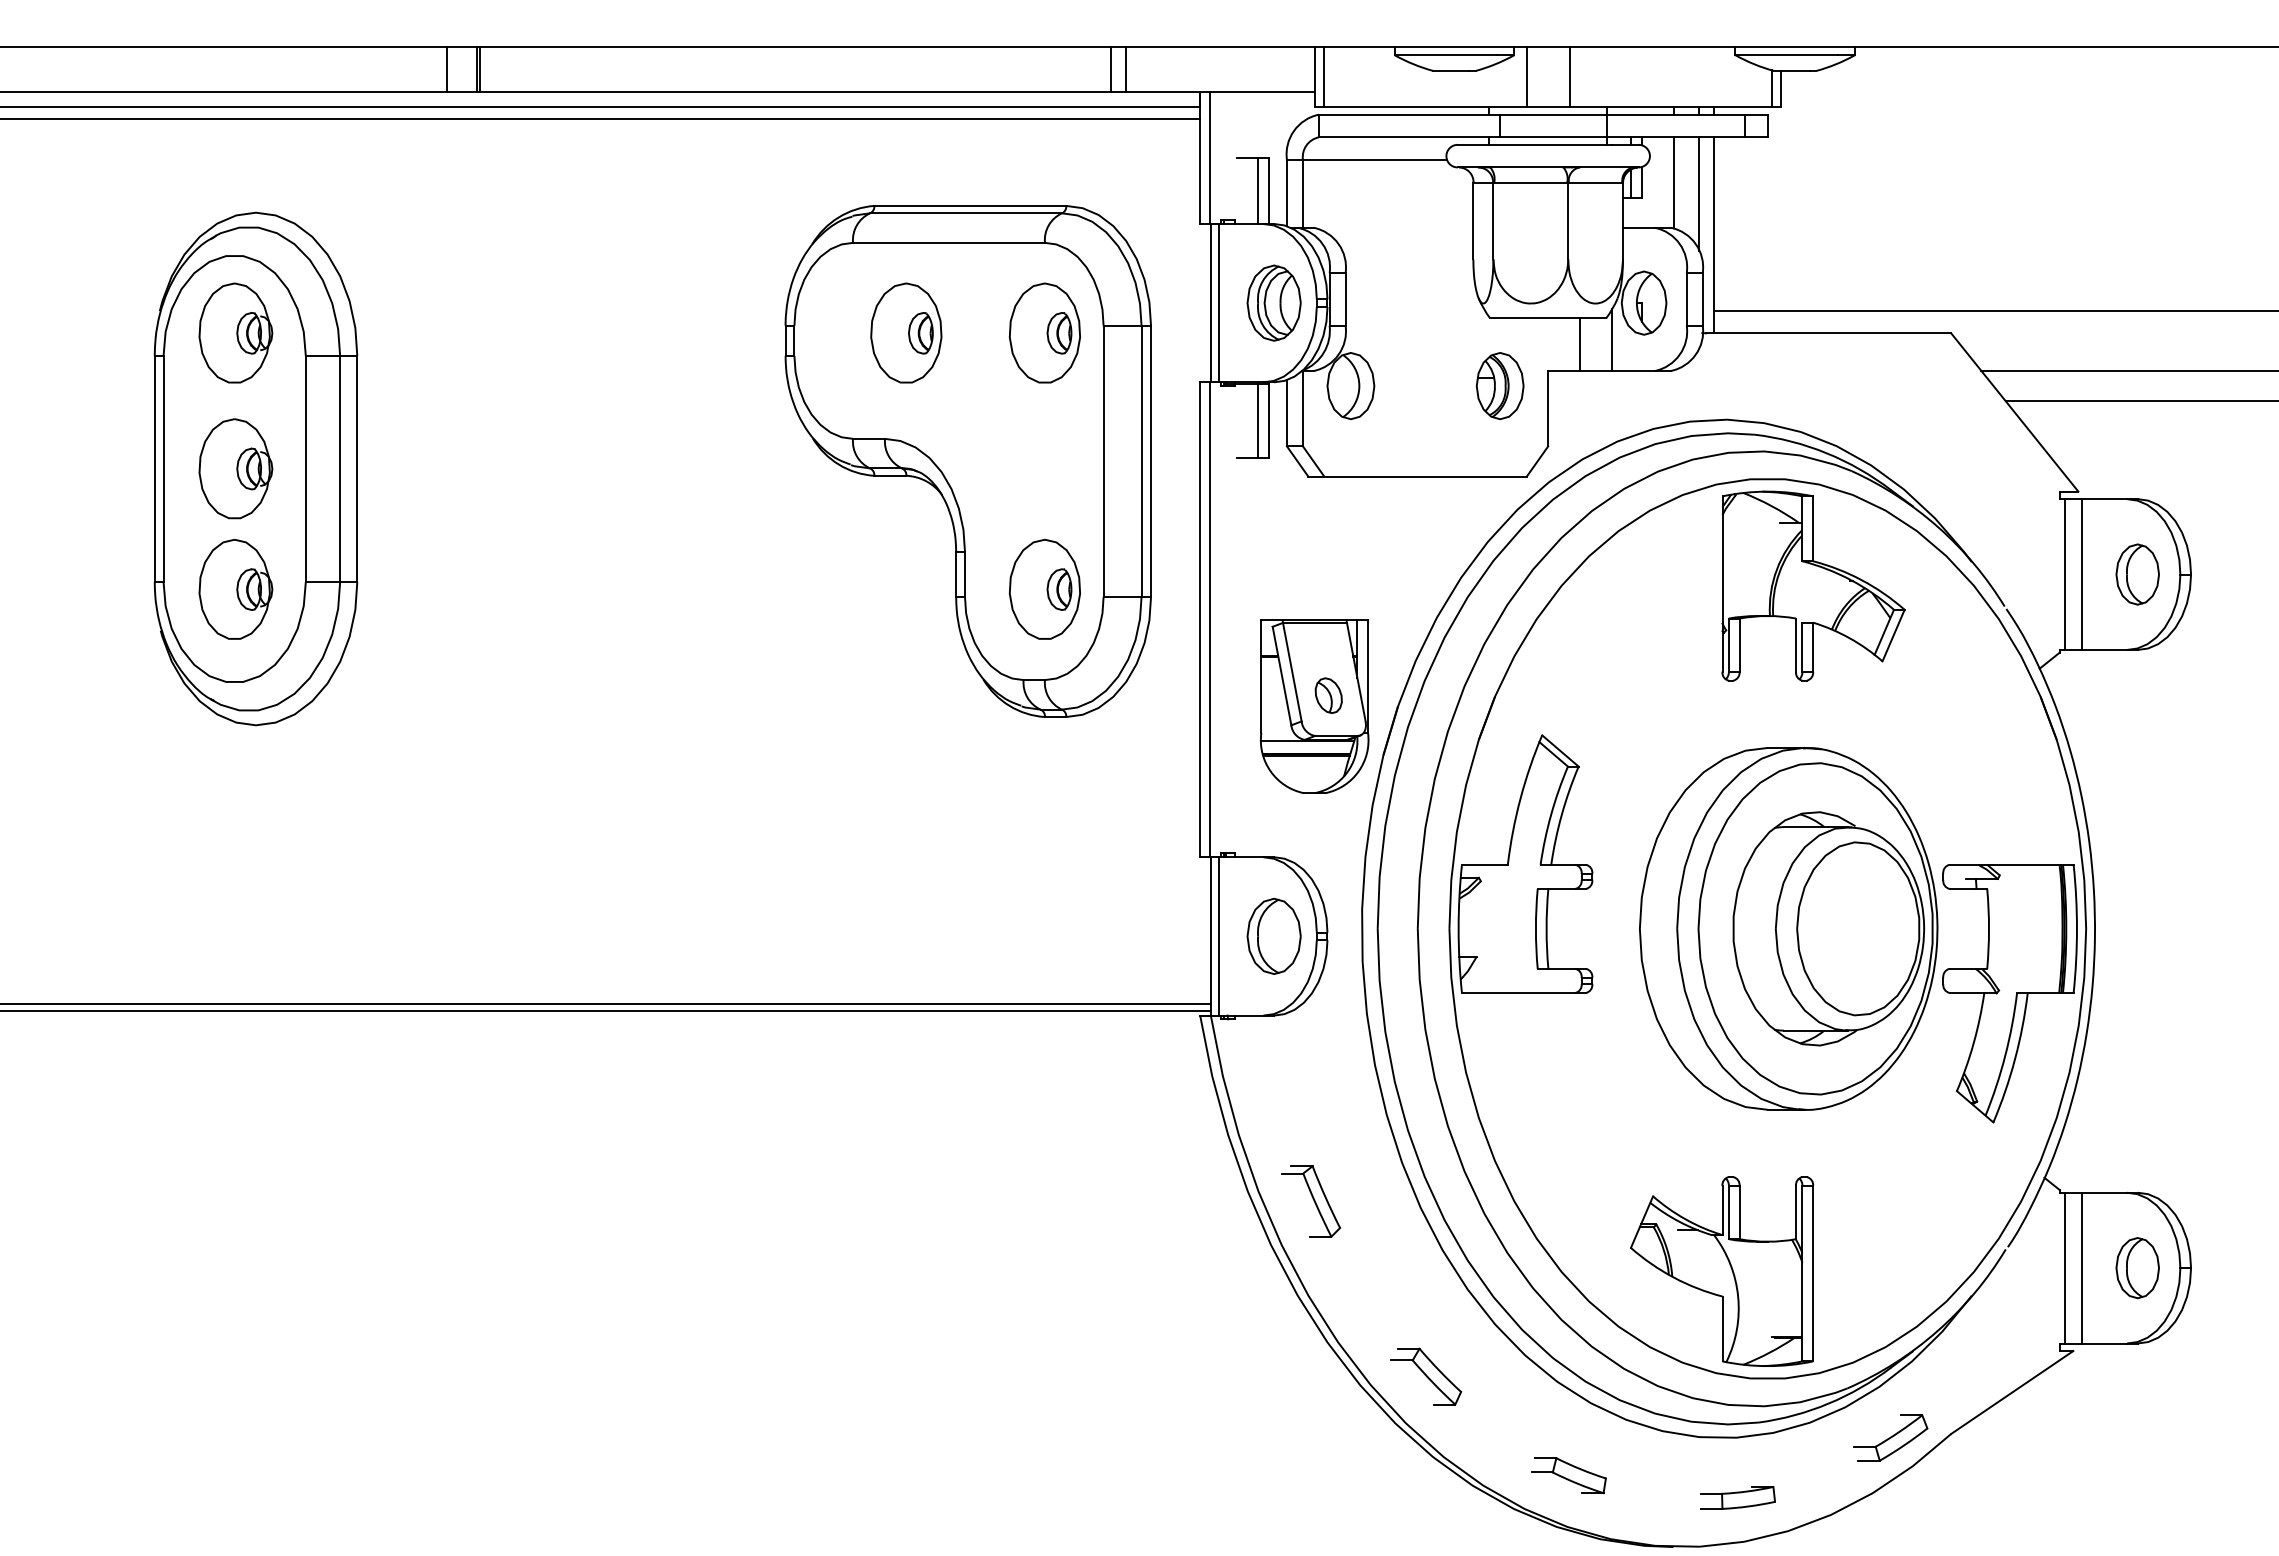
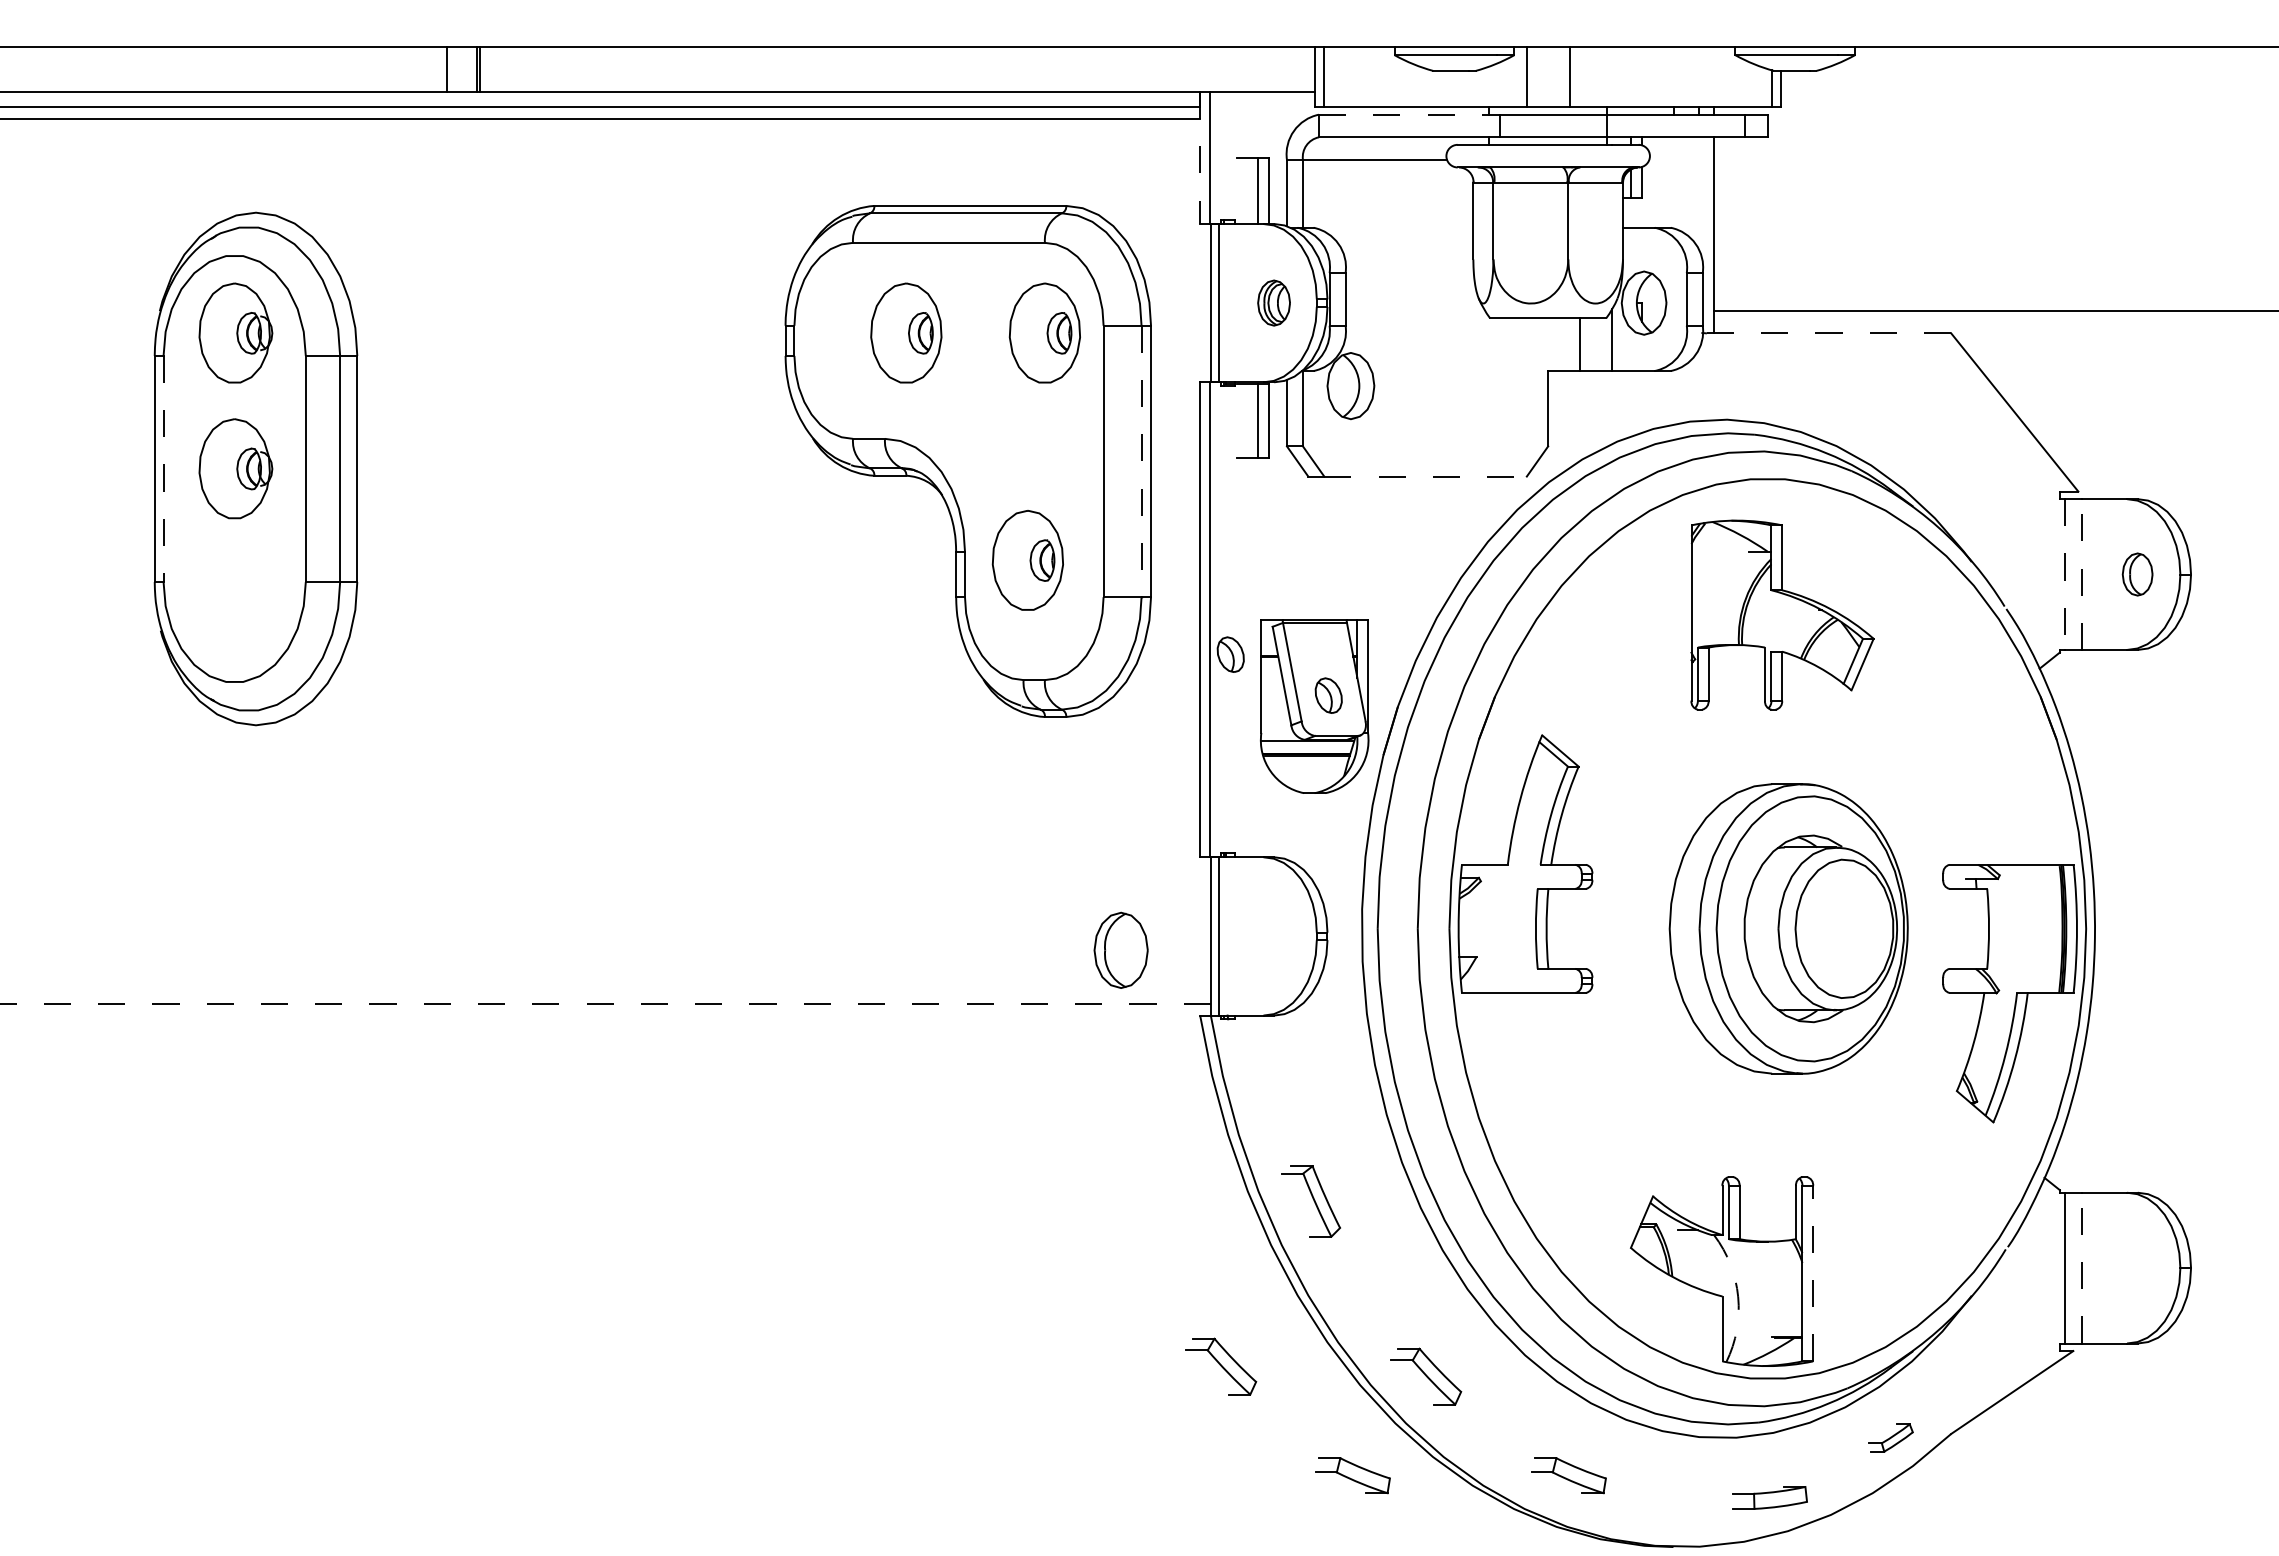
line at (1110, 69): present -> none
line at (1125, 69): present -> none
line at (1409, 114): solid -> dashed
line at (1199, 158): solid -> dashed
line at (1673, 182): present -> none
line at (1698, 193): present -> none
part at (1273, 302) size: 56x78 px -> 34x48 px
line at (1828, 333): solid -> dashed
line at (2128, 371): present -> none
part at (1499, 386): present -> none
line at (2140, 401): present -> none
line at (1141, 461): solid -> dashed
line at (163, 469): solid -> dashed
line at (1426, 476): solid -> dashed
line at (2082, 574): solid -> dashed
part at (2137, 574) size: 45x63 px -> 33x45 px
line at (2065, 575): solid -> dashed
part at (1813, 585) position: (1813, 585) -> (1782, 614)
part at (235, 589): present -> none
part at (1044, 589) position: (1044, 589) -> (1027, 560)
part at (1230, 654): none -> present
part at (1788, 928) size: 300x364 px -> 241x292 px
part at (1273, 935) position: (1273, 935) -> (1120, 949)
line at (605, 1004): solid -> dashed
line at (606, 1010): present -> none
line at (2082, 1267): solid -> dashed
part at (2137, 1268): present -> none
line at (1813, 1273): solid -> dashed
arc at (1738, 1296): solid -> dashed
part at (1221, 1366): none -> present
part at (1890, 1437) size: 76x48 px -> 46x30 px
part at (1352, 1475): none -> present
part at (1737, 1497) position: (1737, 1497) -> (1769, 1497)
